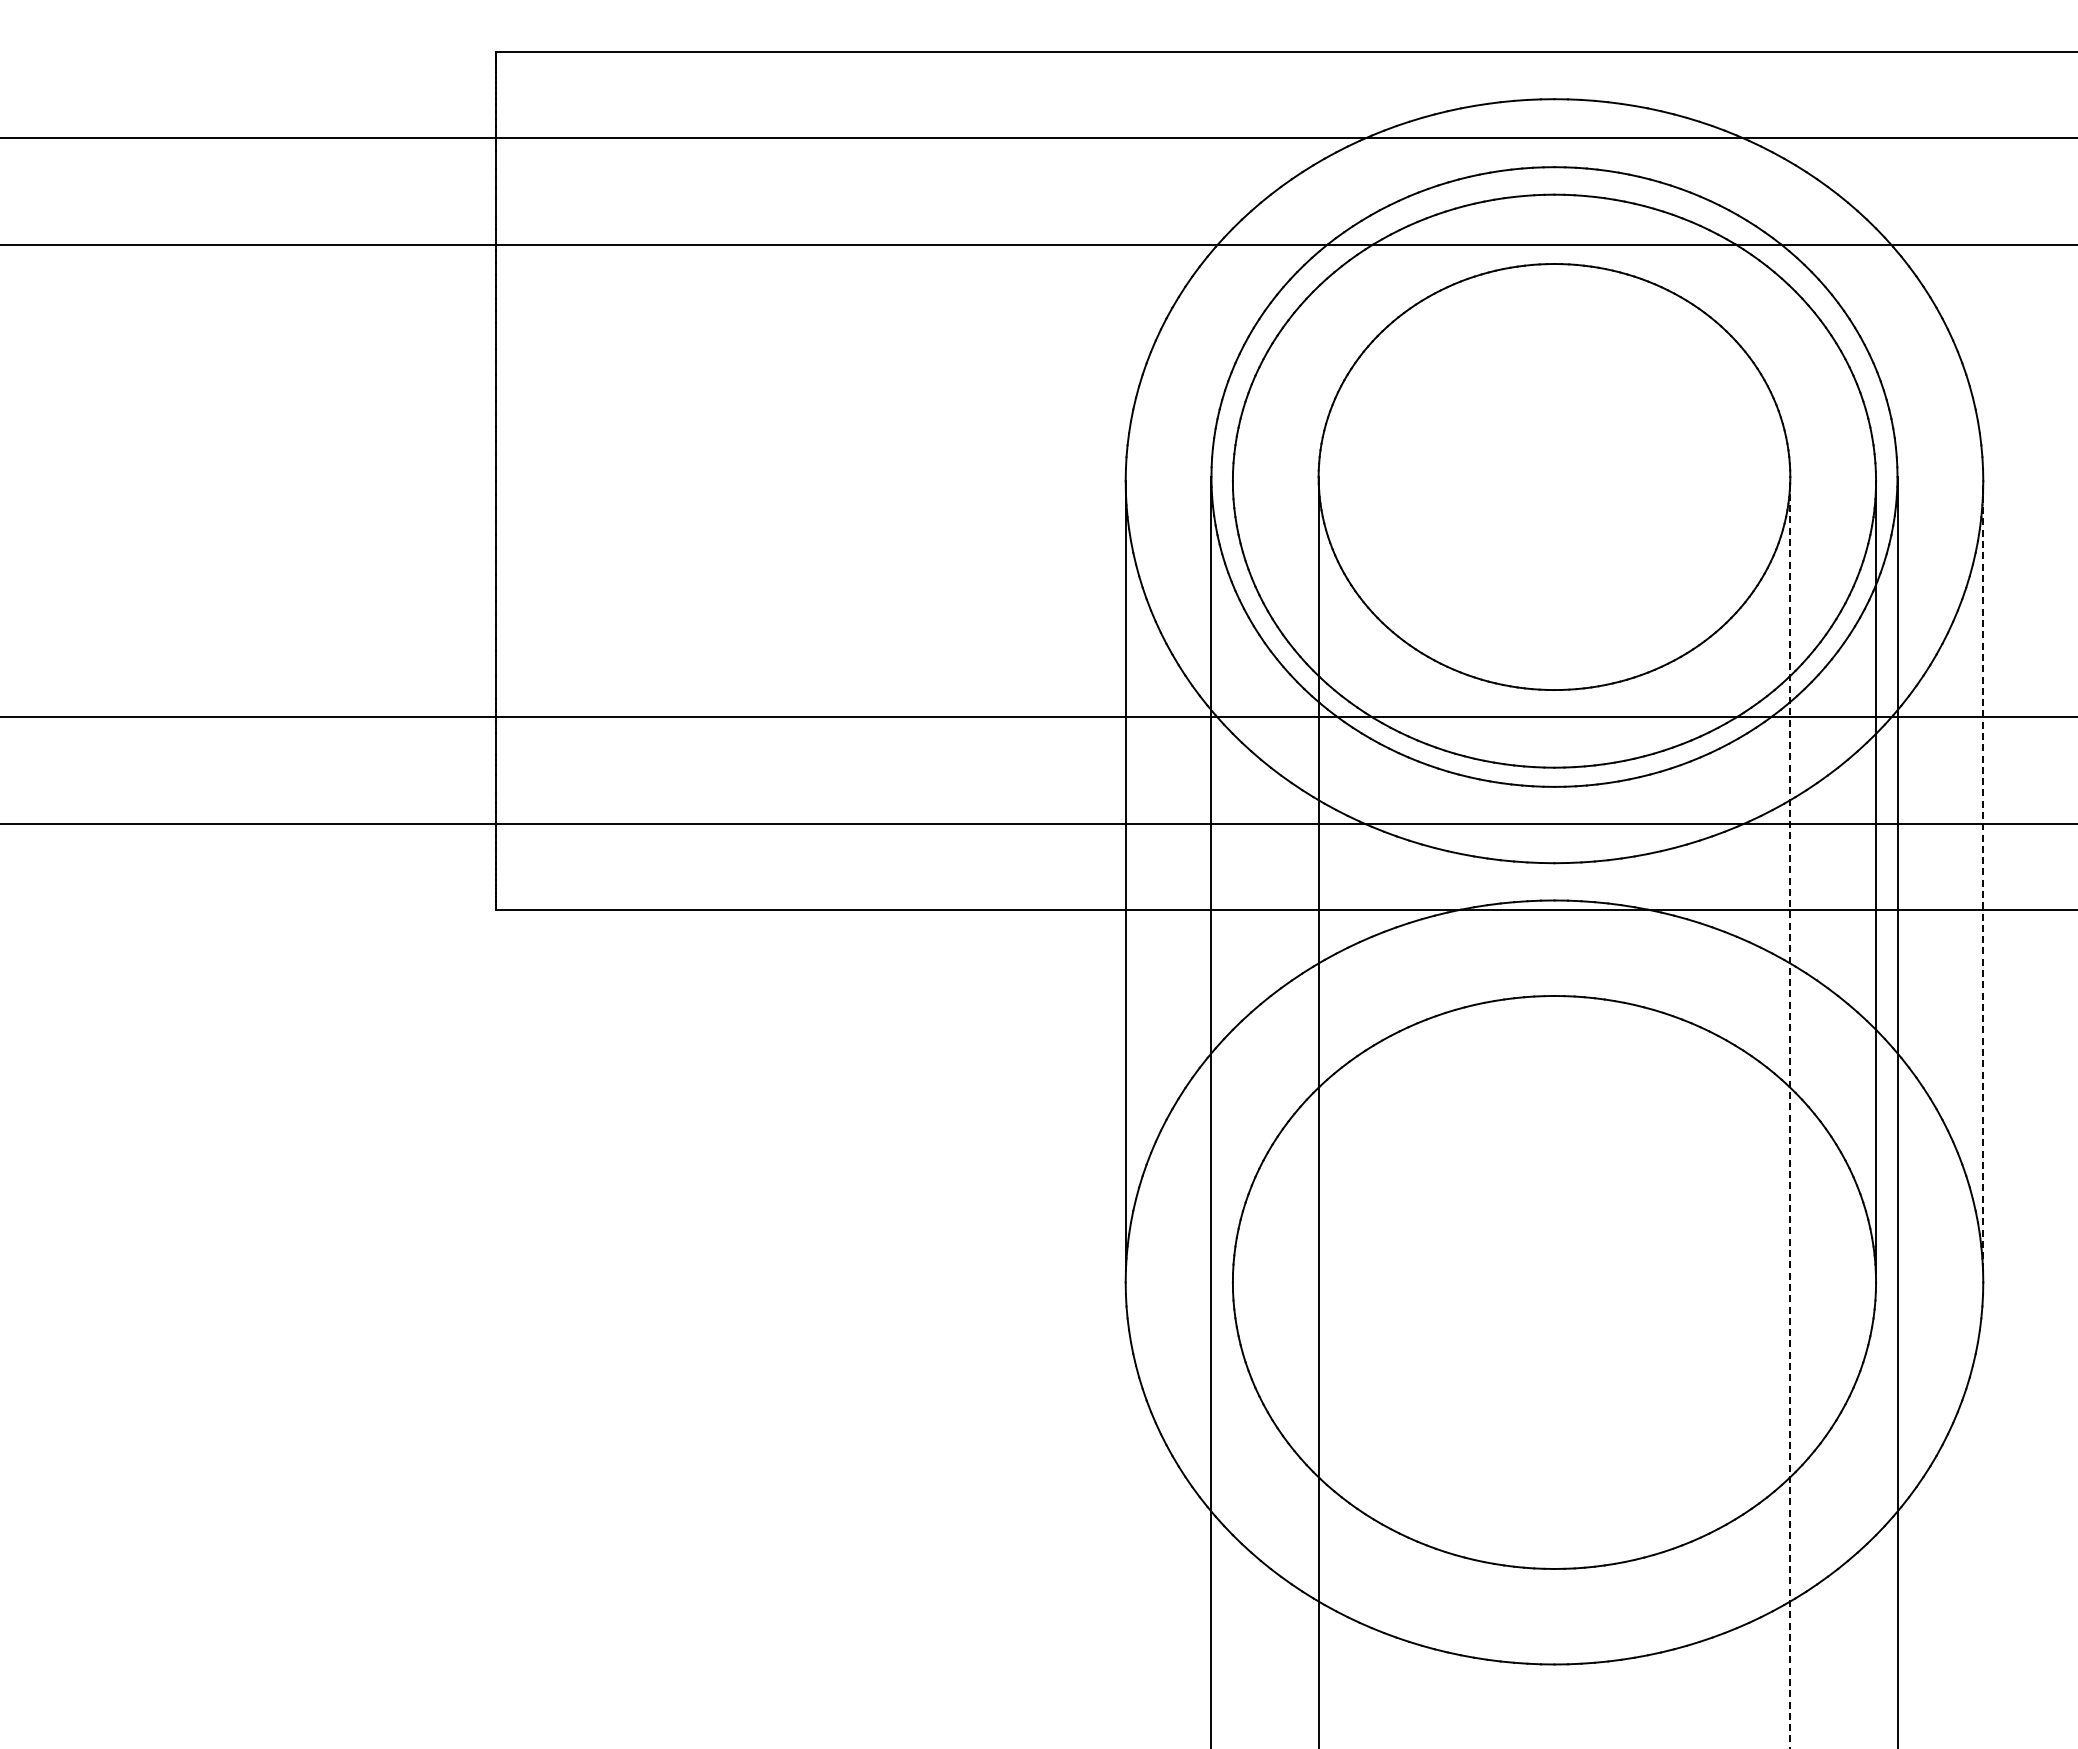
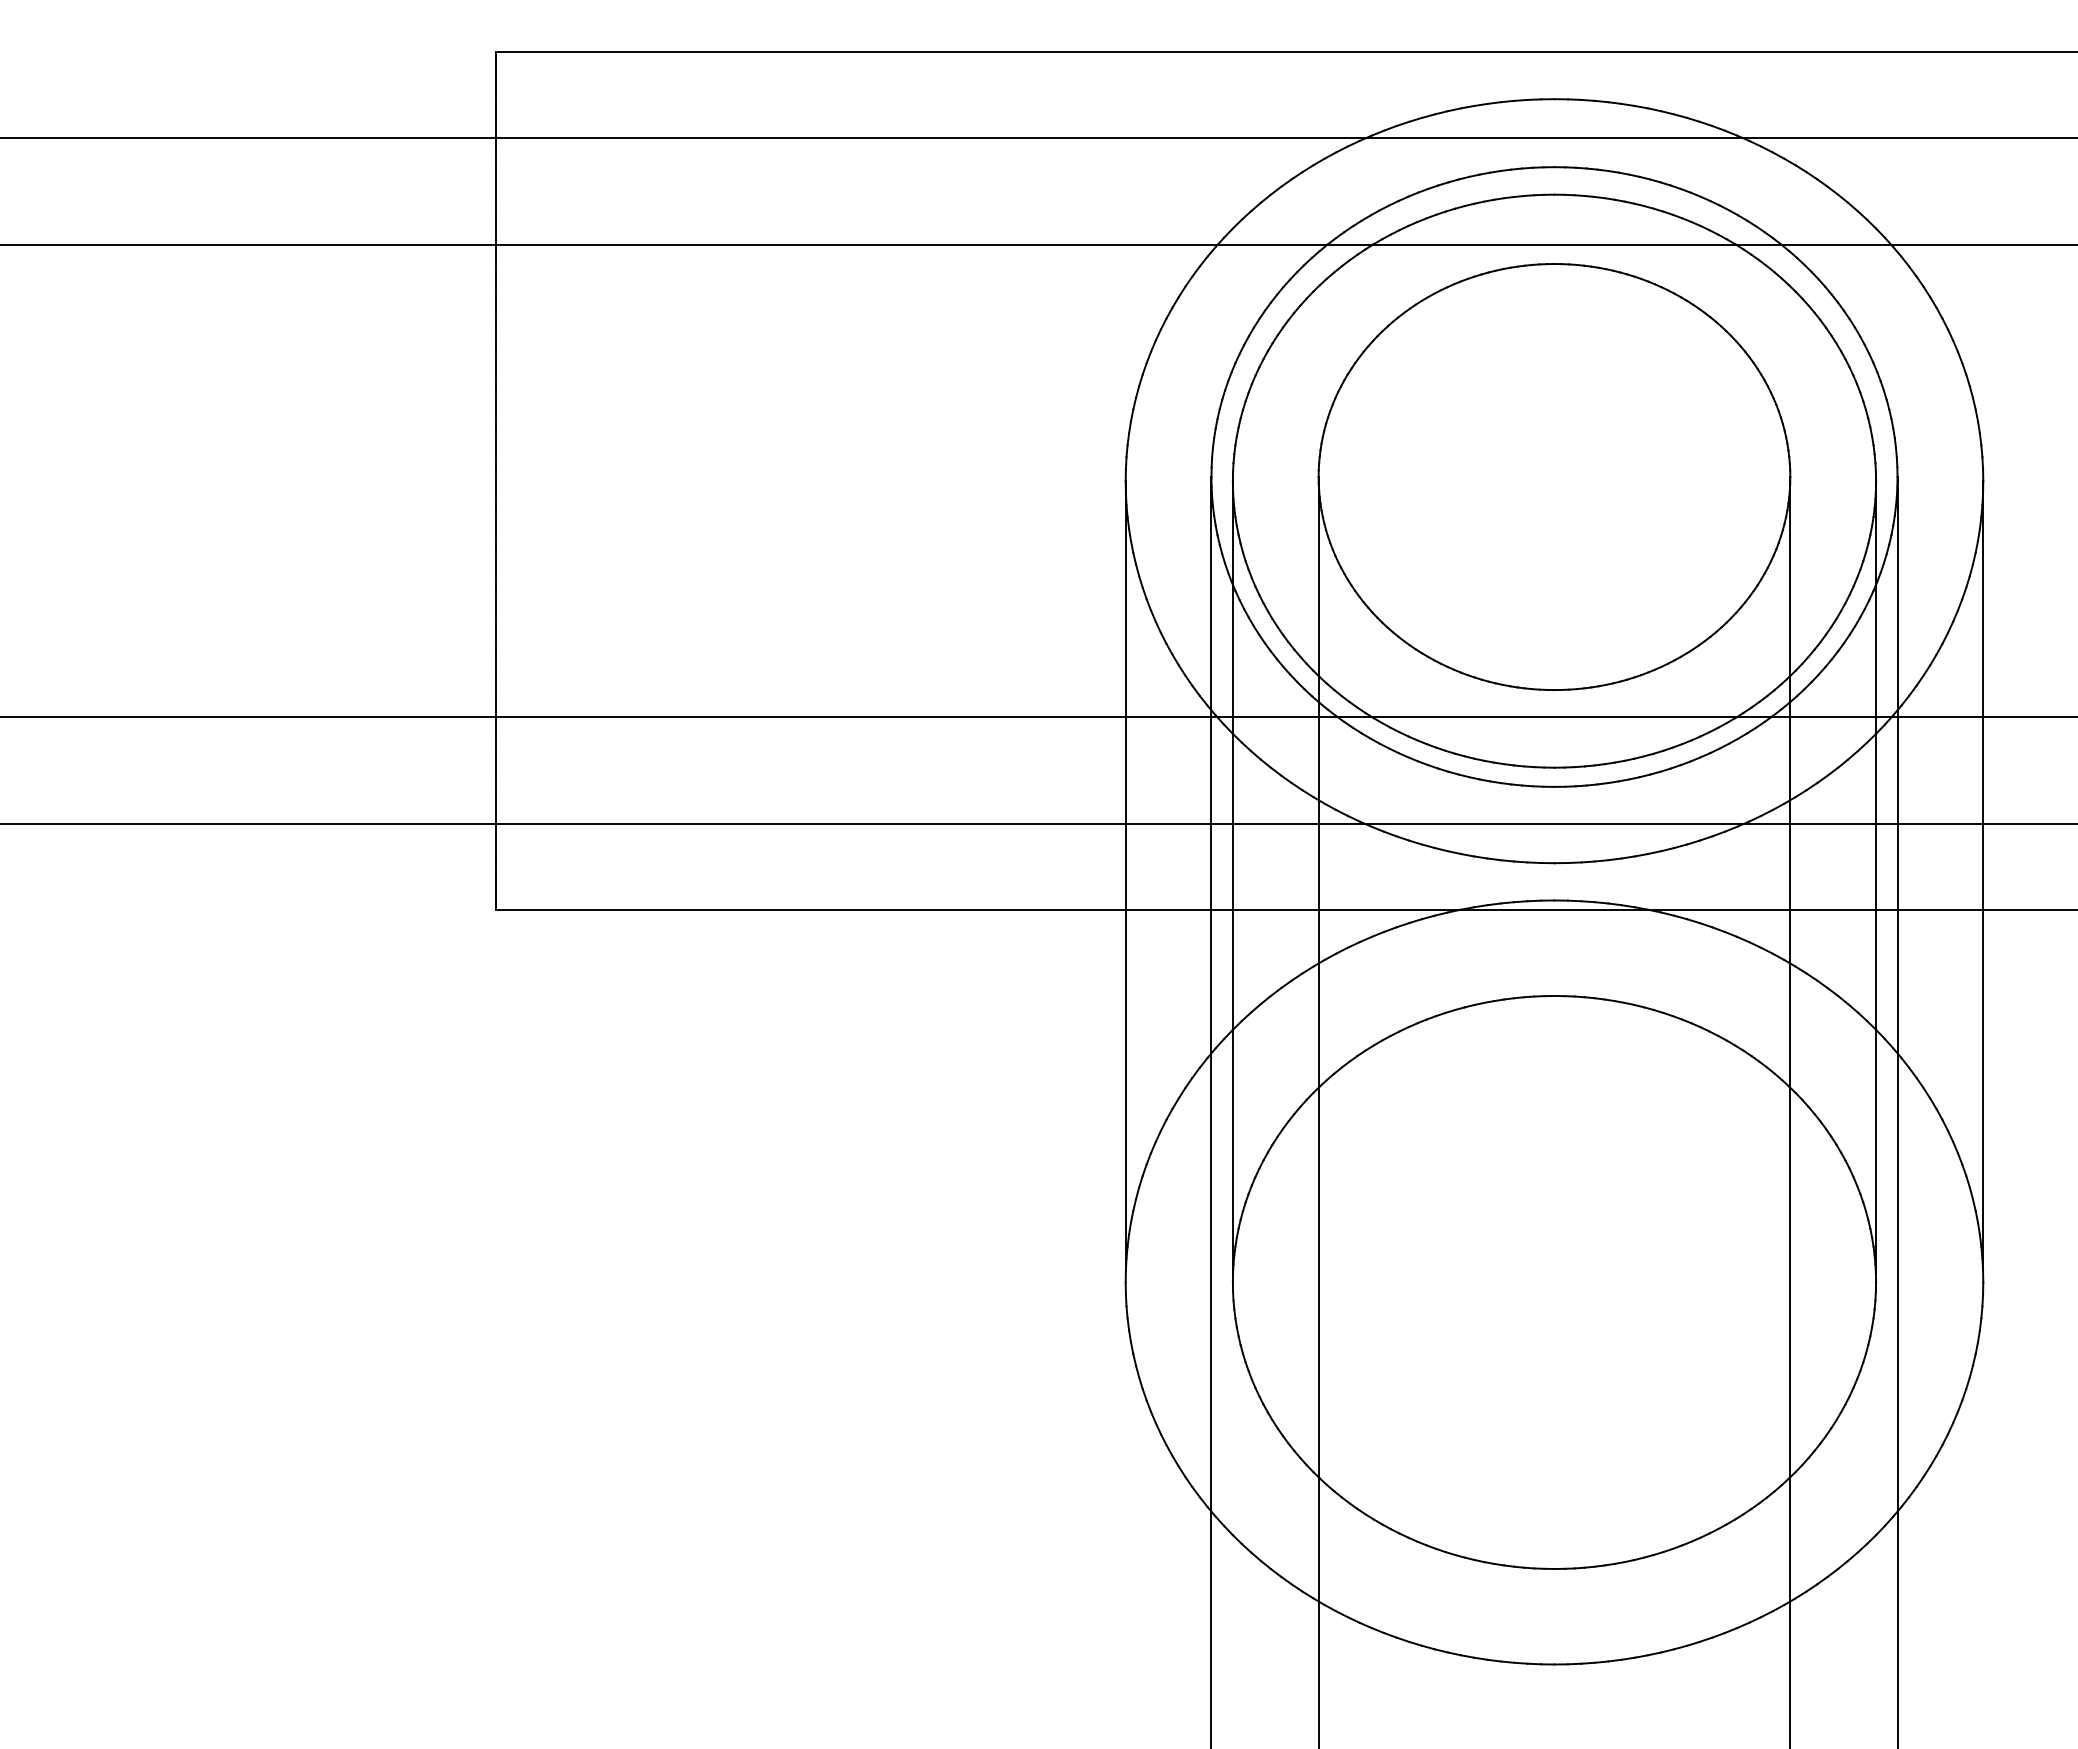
line at (1983, 875): dashed -> solid
line at (1232, 877): none -> present
line at (1790, 1112): dashed -> solid
